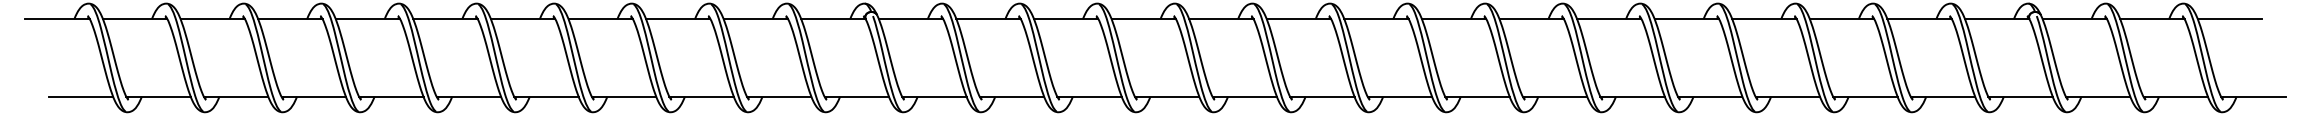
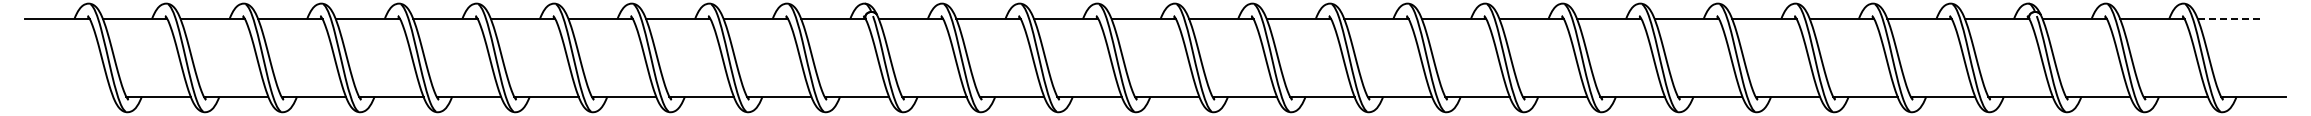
line at (2230, 19): solid -> dashed
line at (80, 96): present -> none
